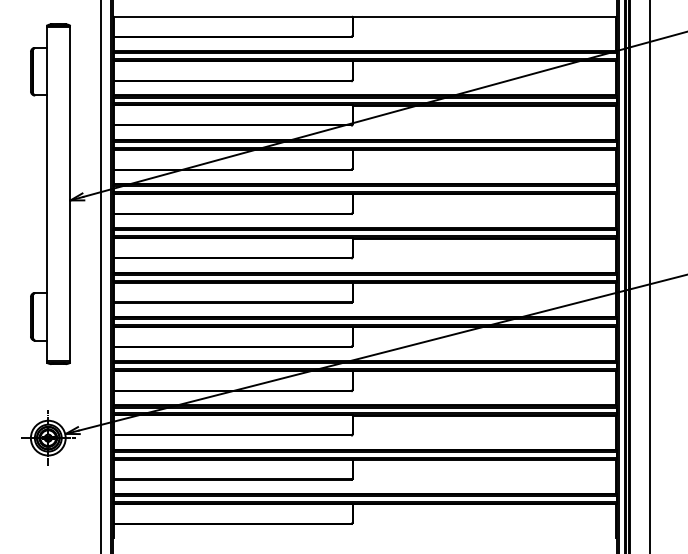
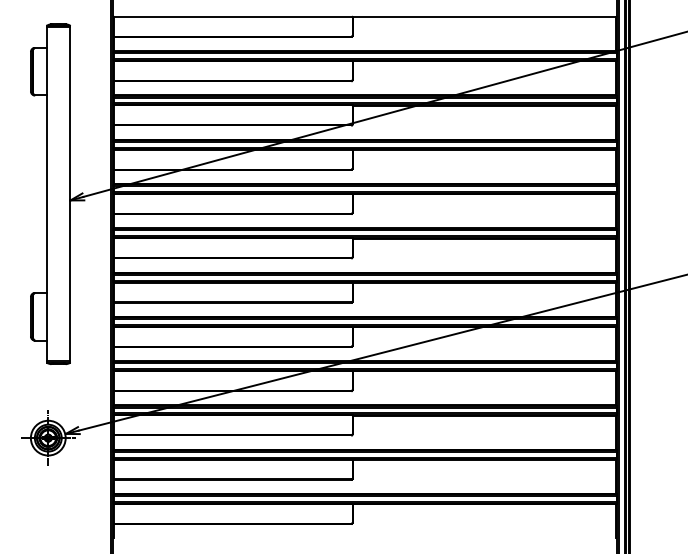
line at (101, 276): present -> none
line at (650, 276): present -> none
